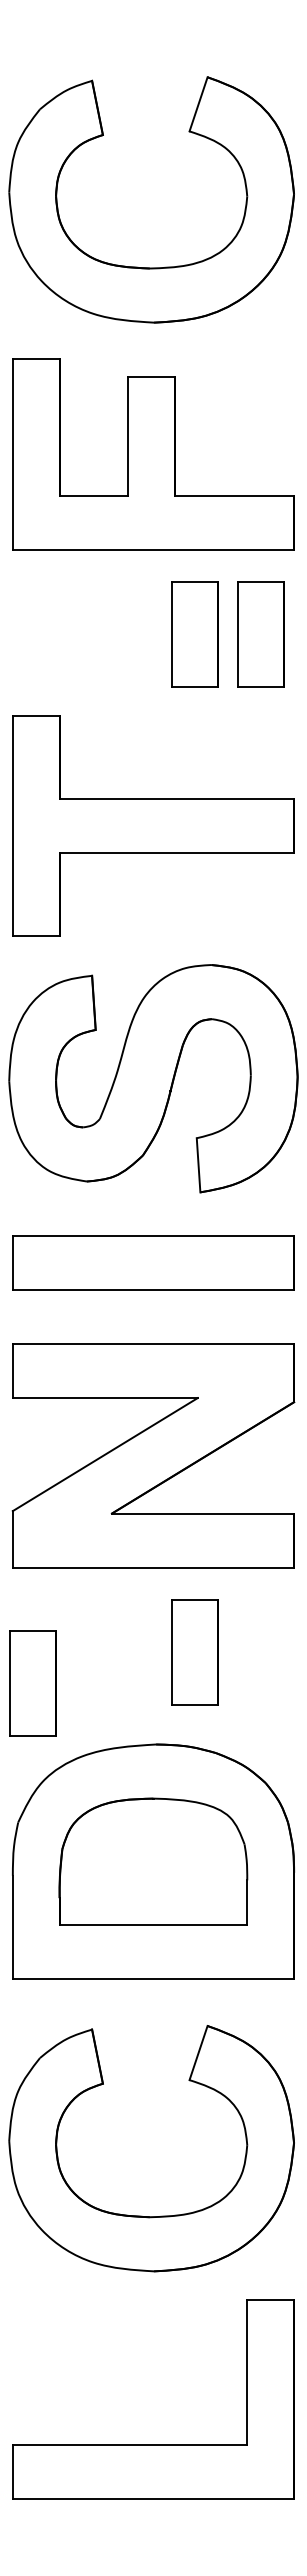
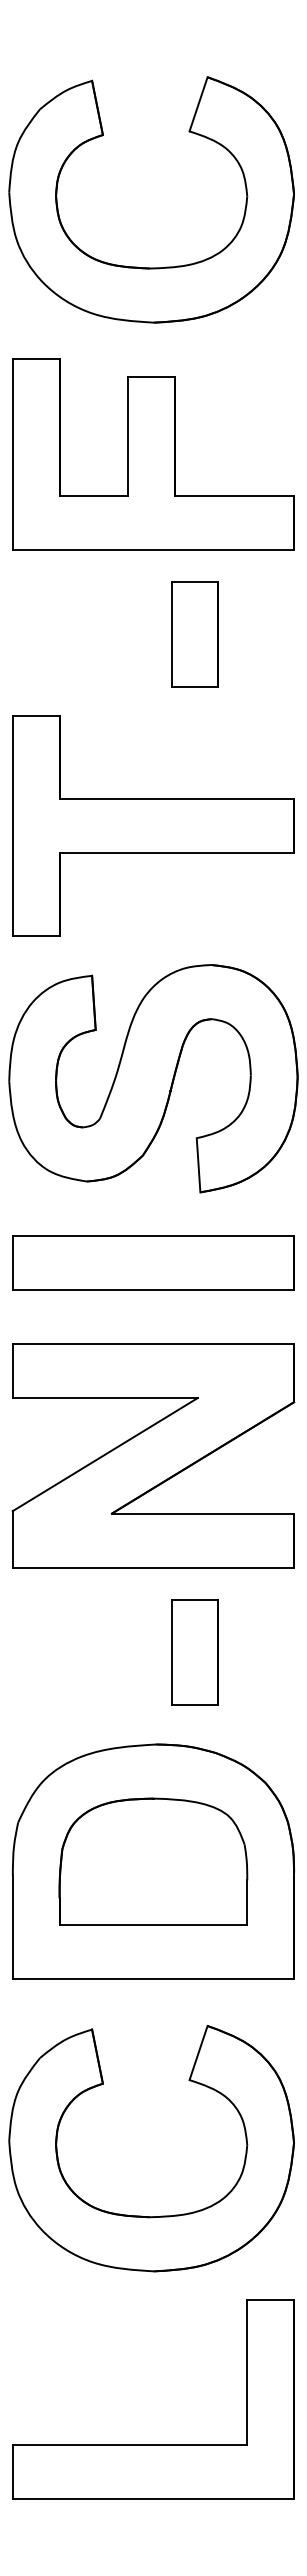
part at (260, 634): present -> none
part at (32, 1683): present -> none
